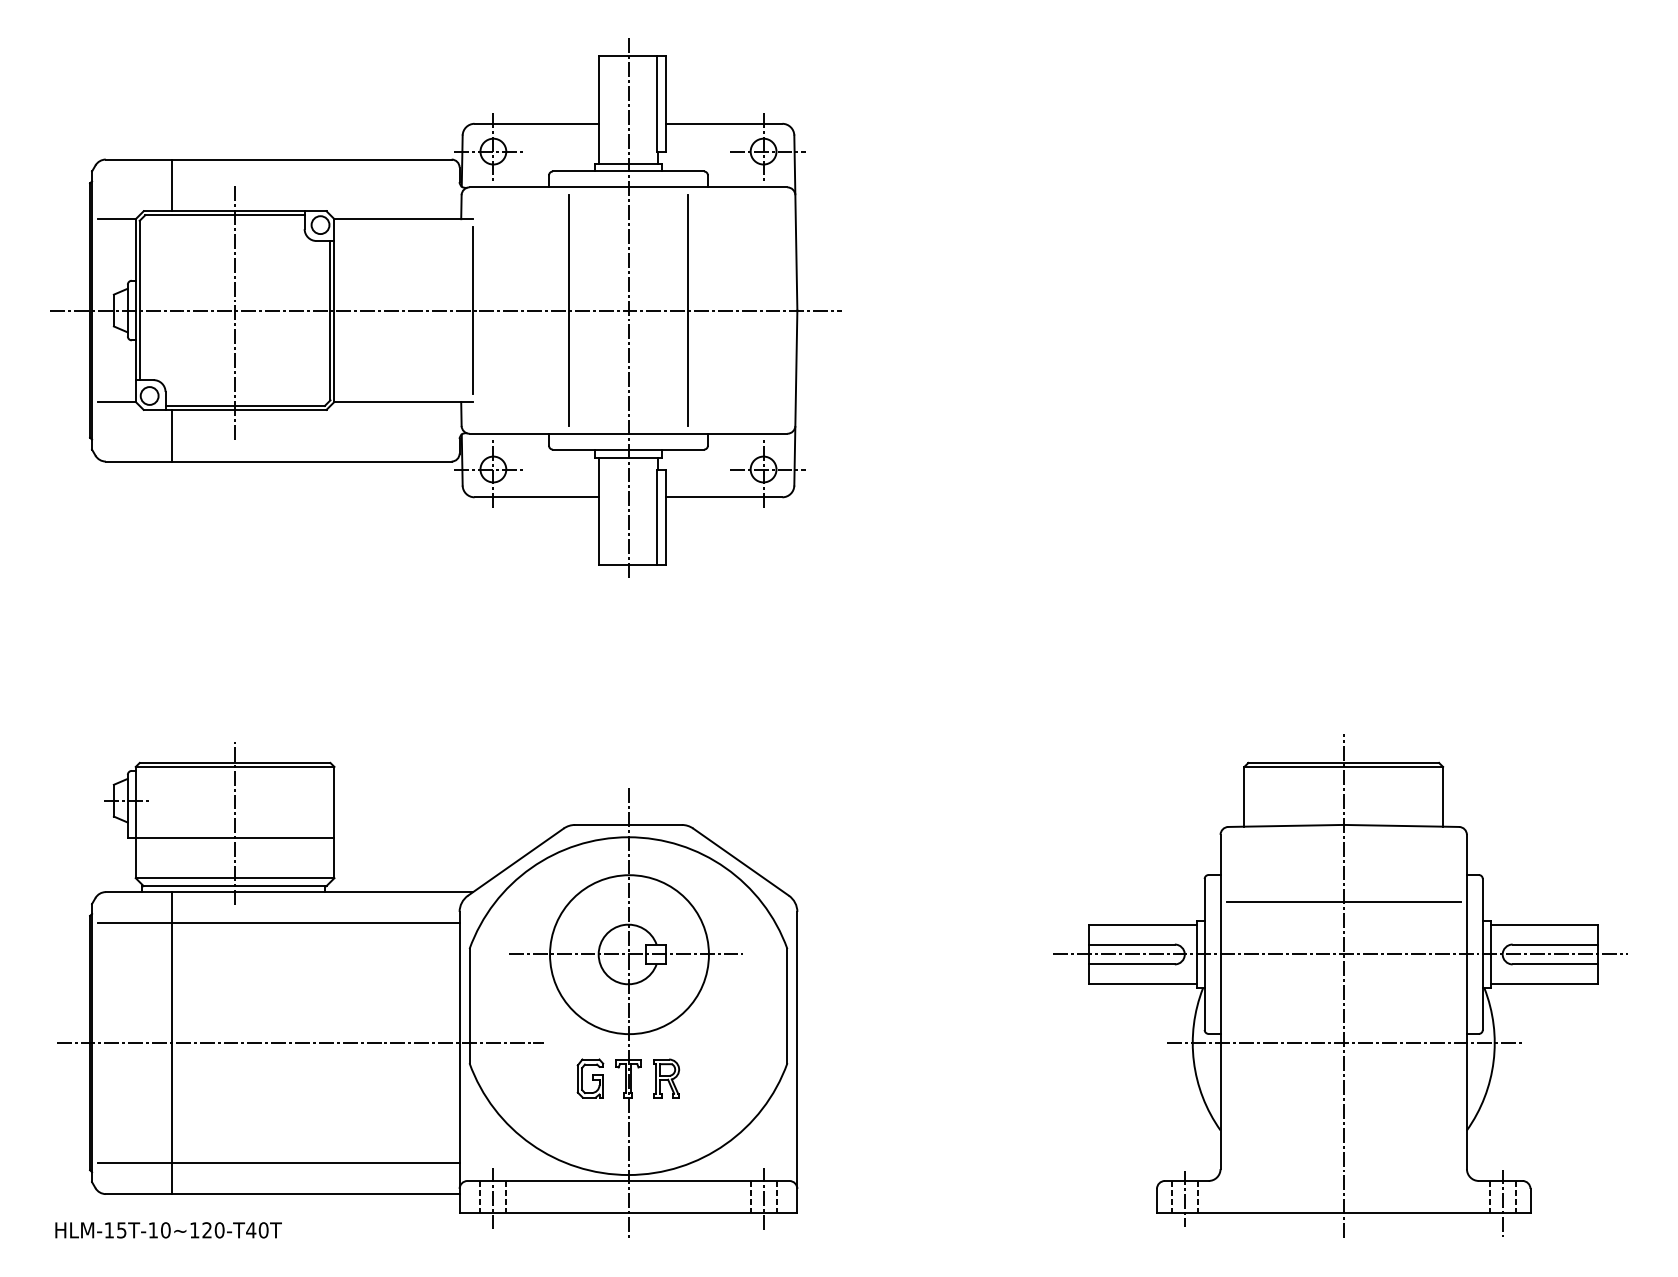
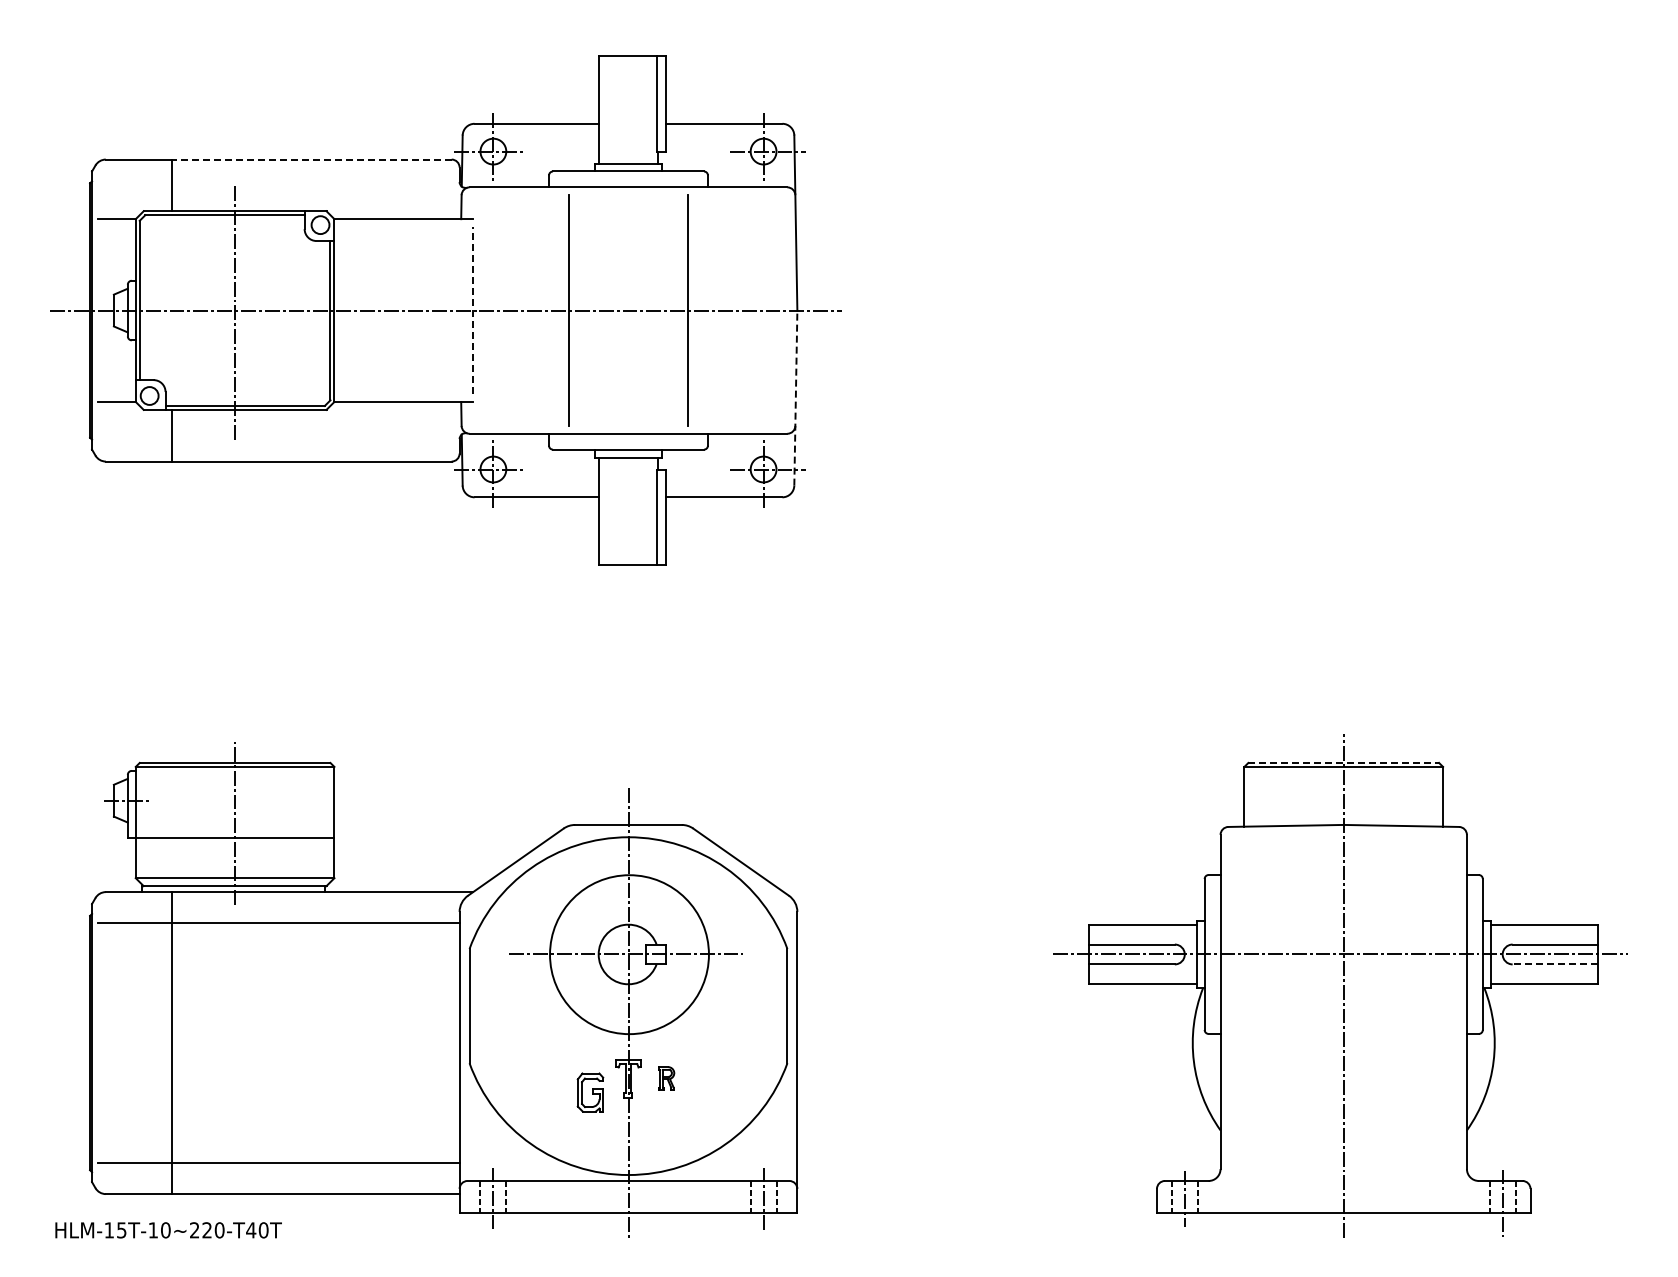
line at (311, 159): solid -> dashed
line at (628, 309): present -> none
line at (473, 310): solid -> dashed
line at (795, 398): solid -> dashed
line at (1344, 762): solid -> dashed
line at (1343, 901): present -> none
line at (1555, 964): solid -> dashed
line at (300, 1043): present -> none
line at (1345, 1043): present -> none
part at (590, 1078) position: (590, 1078) -> (590, 1092)
part at (666, 1078) size: 28x41 px -> 18x25 px
text at (194, 1230): HLM-15T-10~120-T40T -> HLM-15T-10~220-T40T
